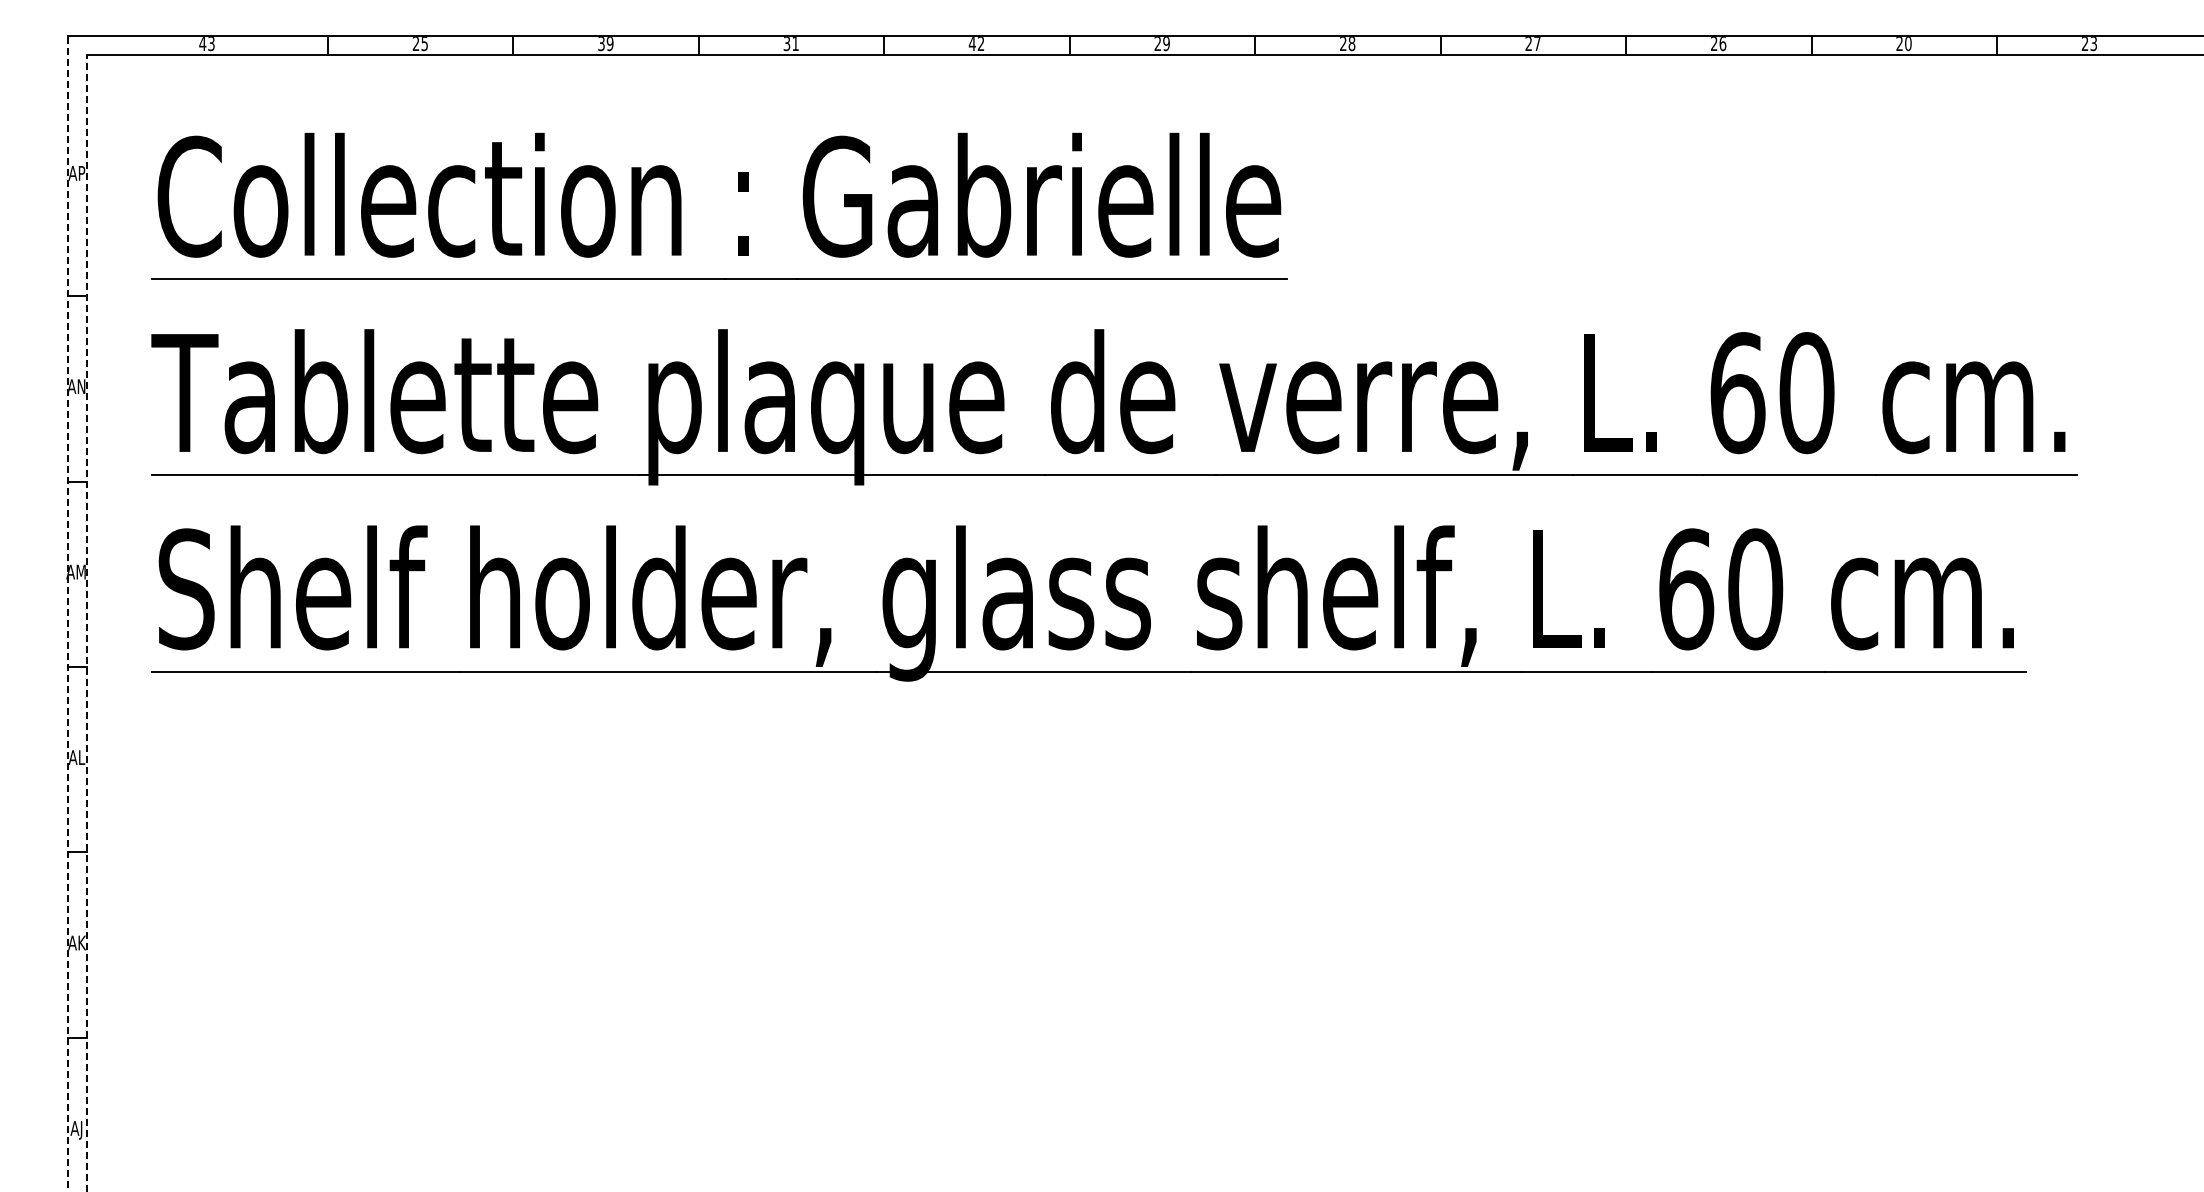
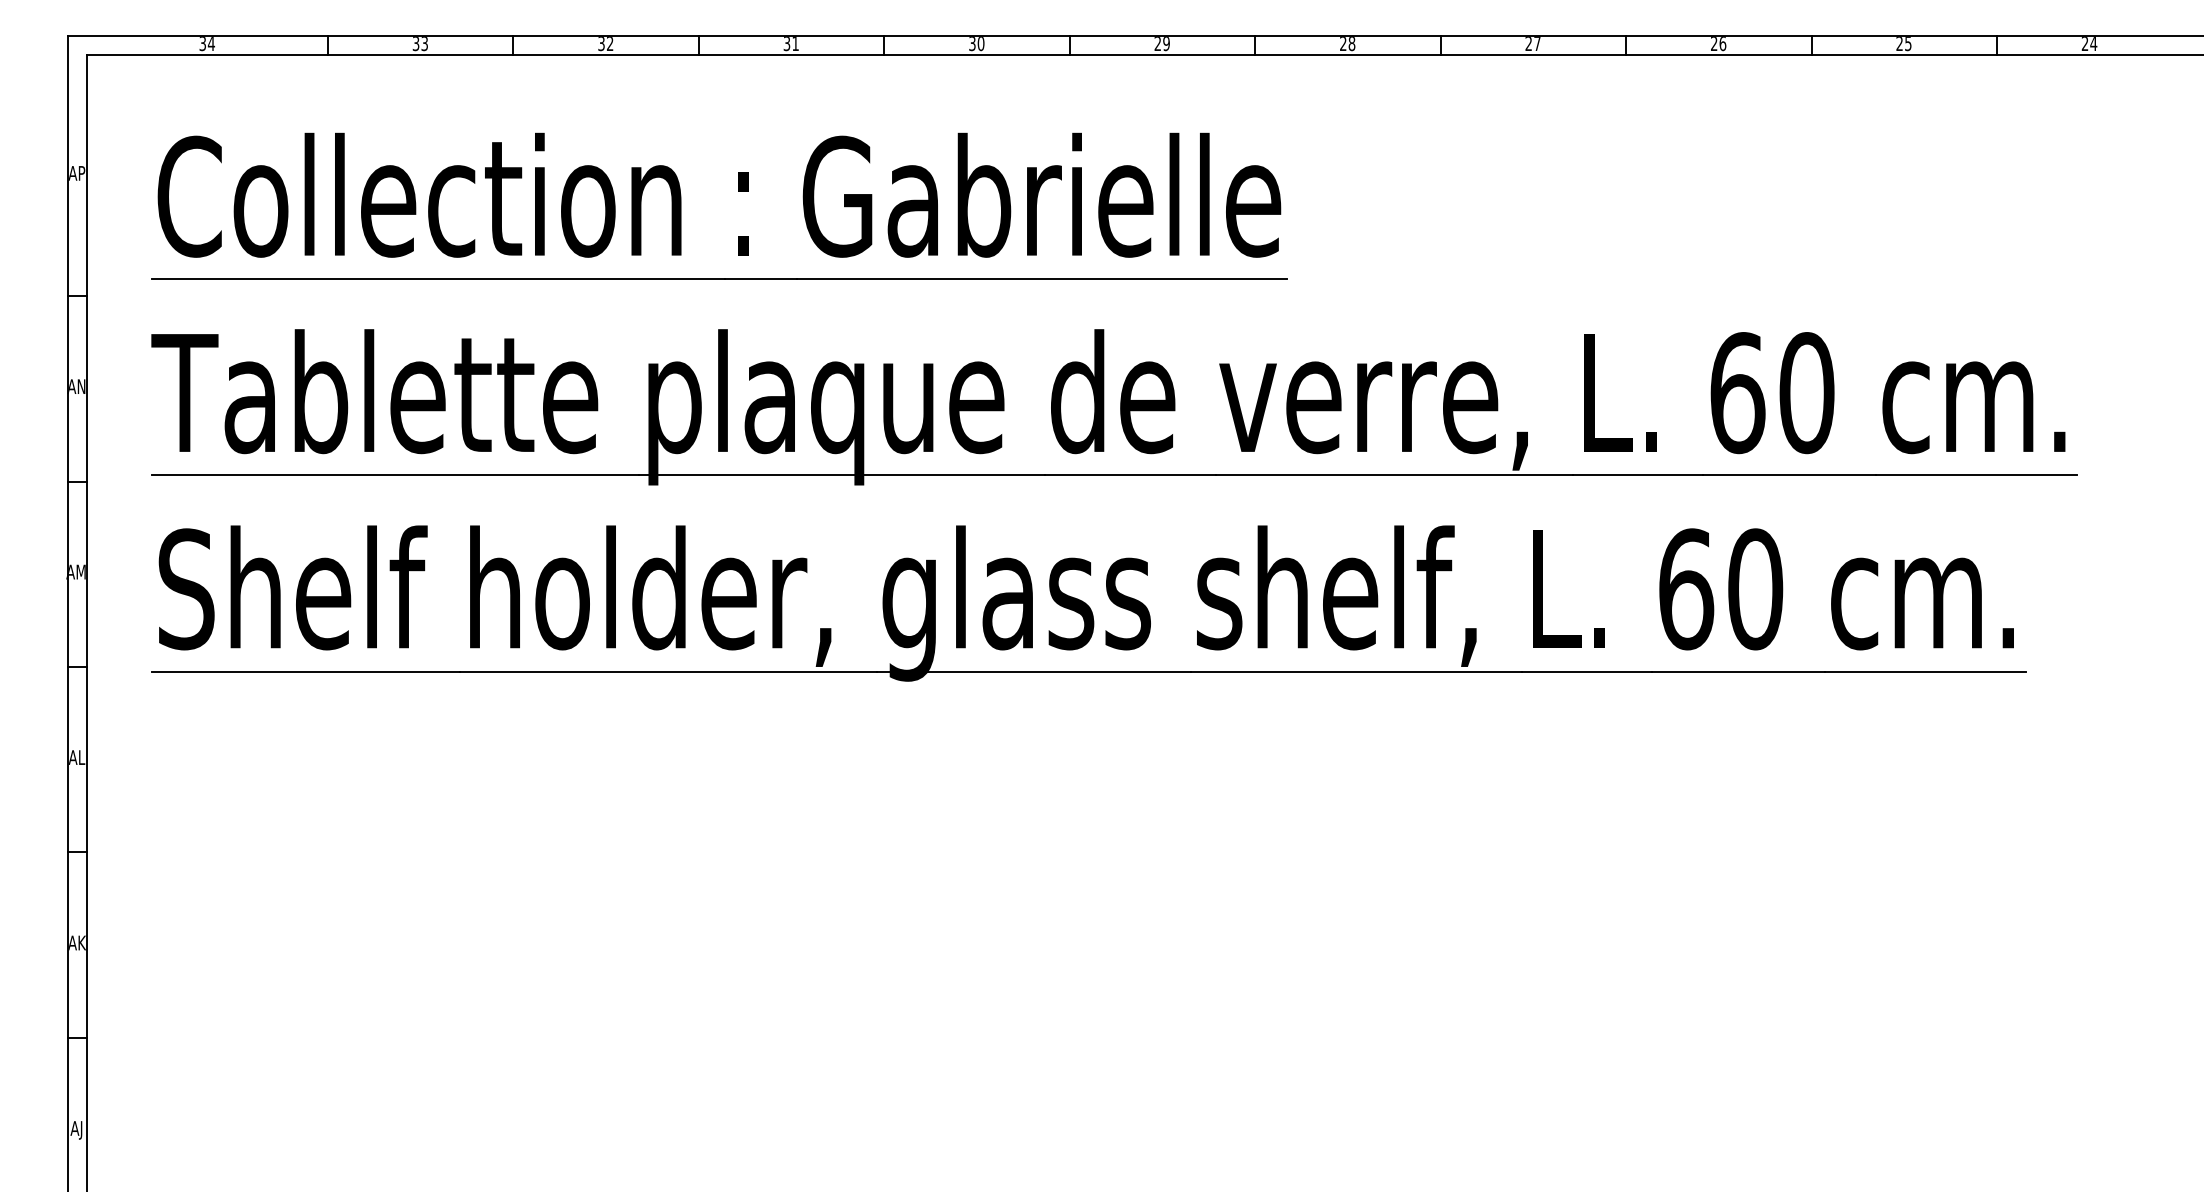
text at (206, 44): 43 -> 34
text at (419, 44): 25 -> 33
text at (609, 44): 39 -> 32
text at (976, 44): 42 -> 30
text at (1908, 44): 20 -> 25
text at (2093, 44): 23 -> 24
line at (68, 614): dashed -> solid
line at (86, 622): dashed -> solid
